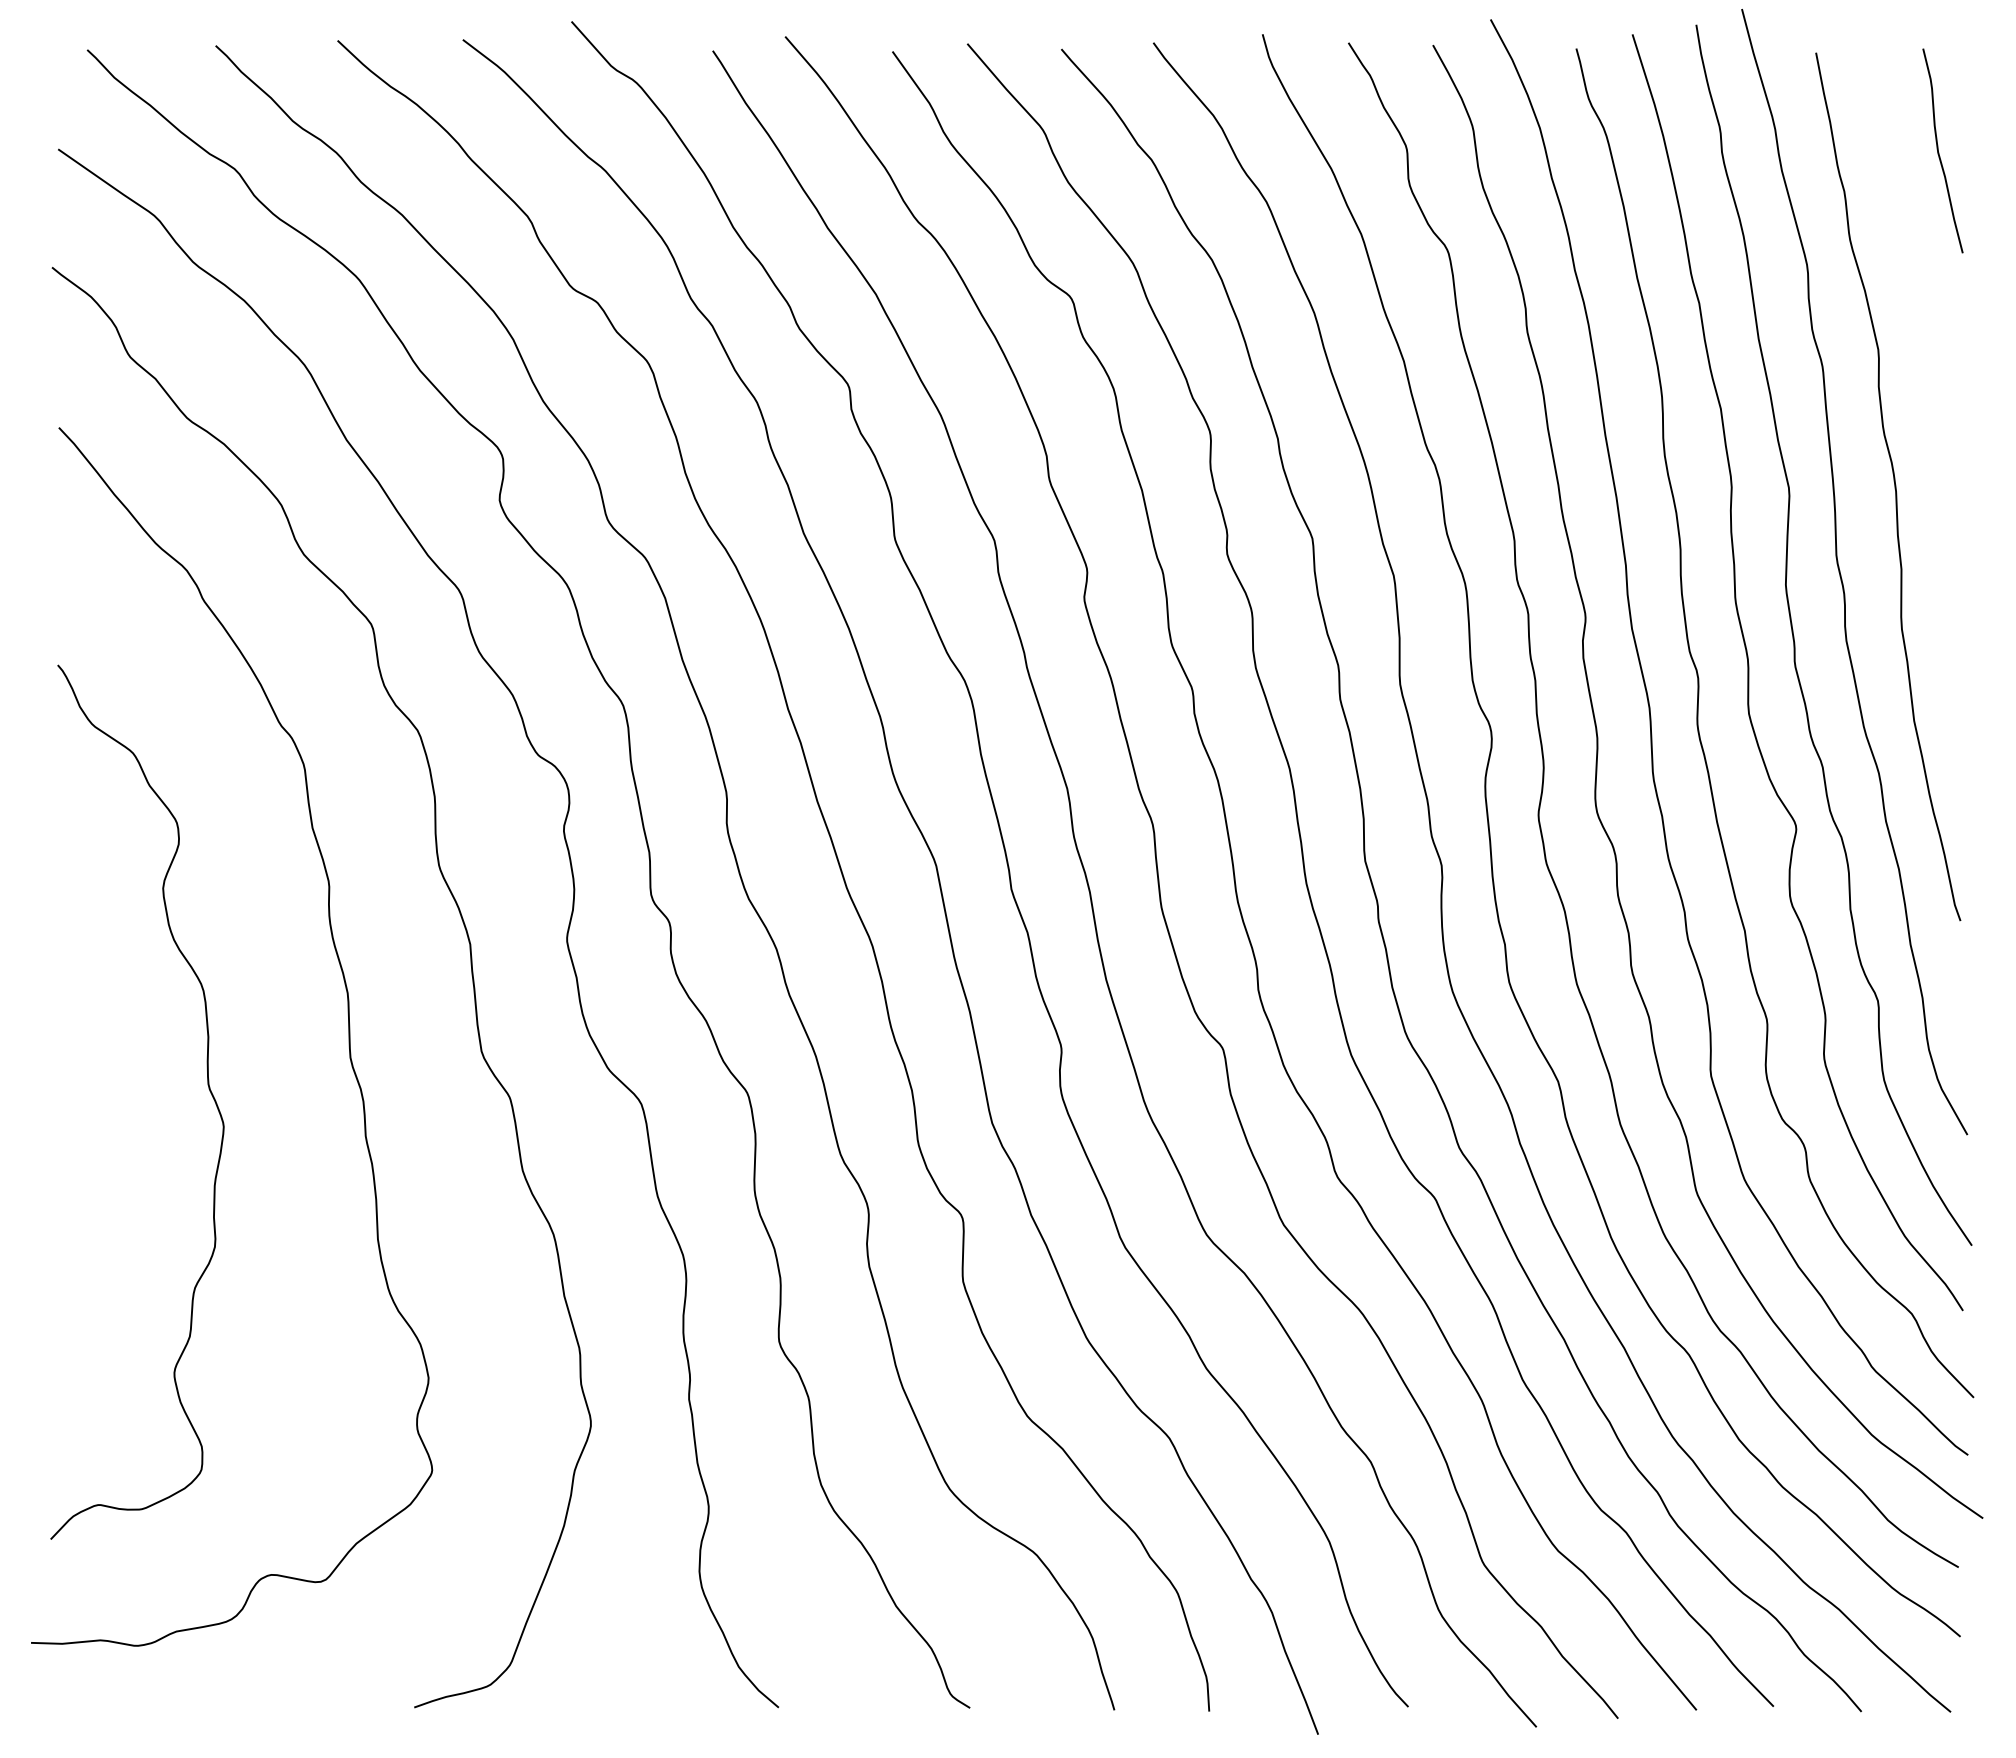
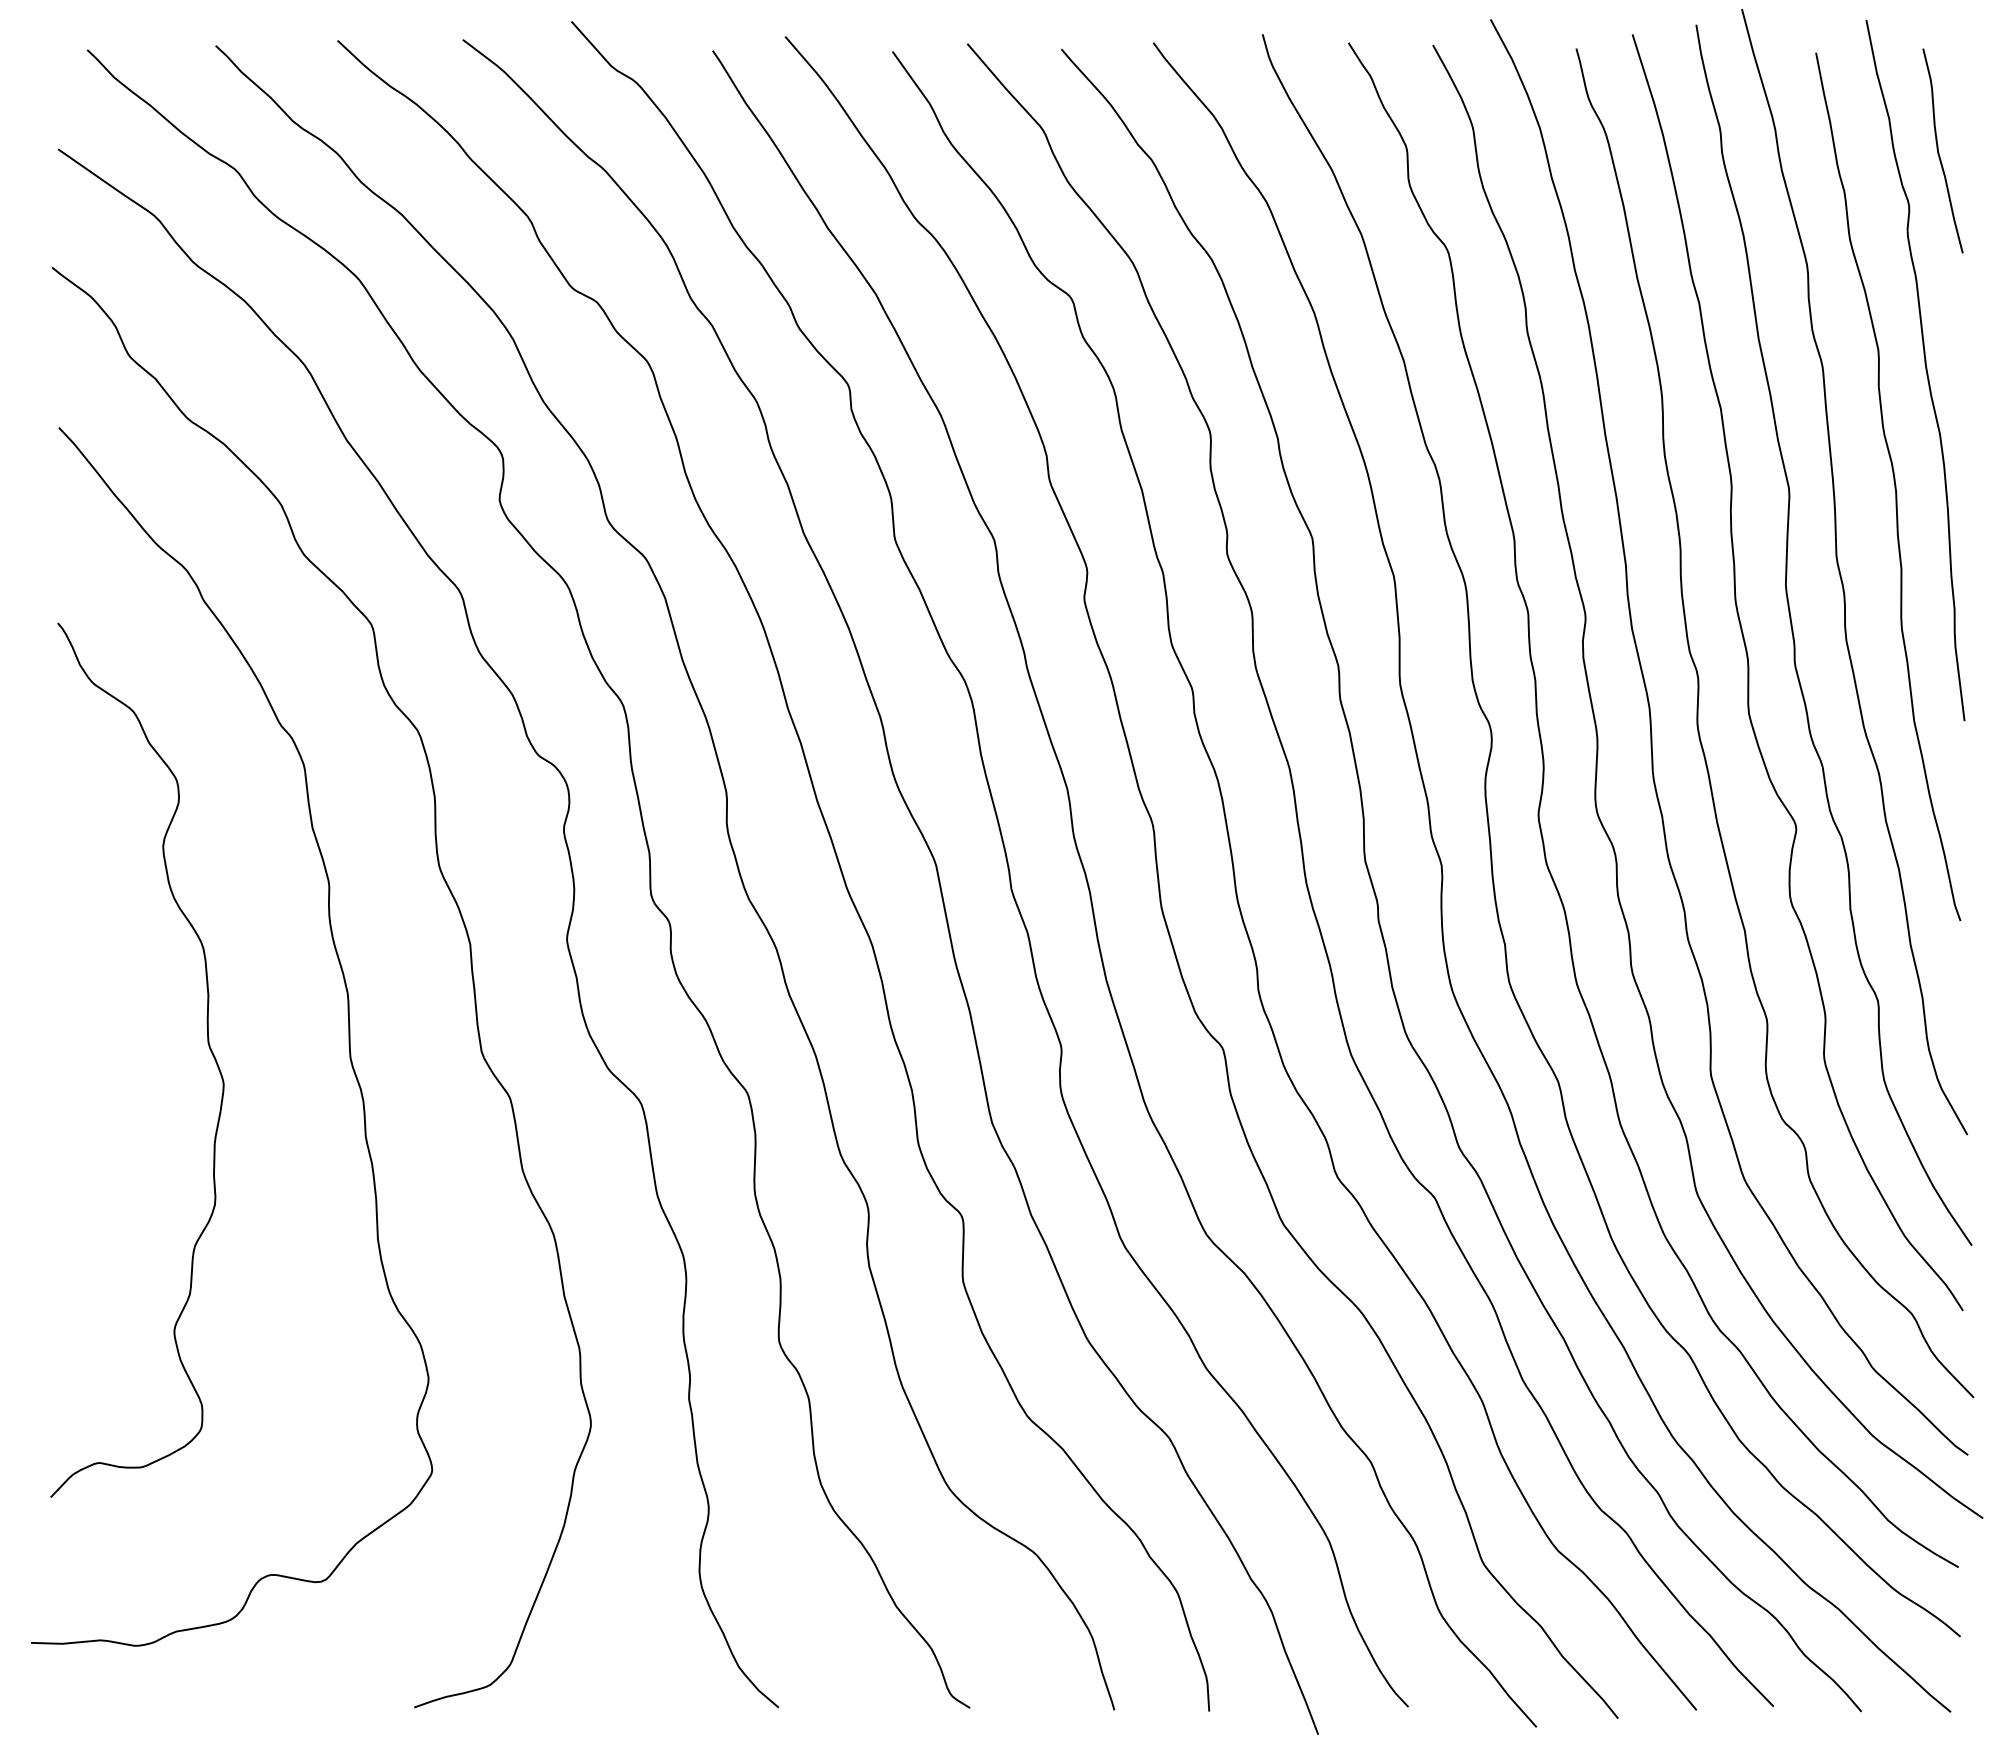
curve at (1925, 370): none -> present
curve at (207, 1085) position: (207, 1085) -> (207, 1043)
